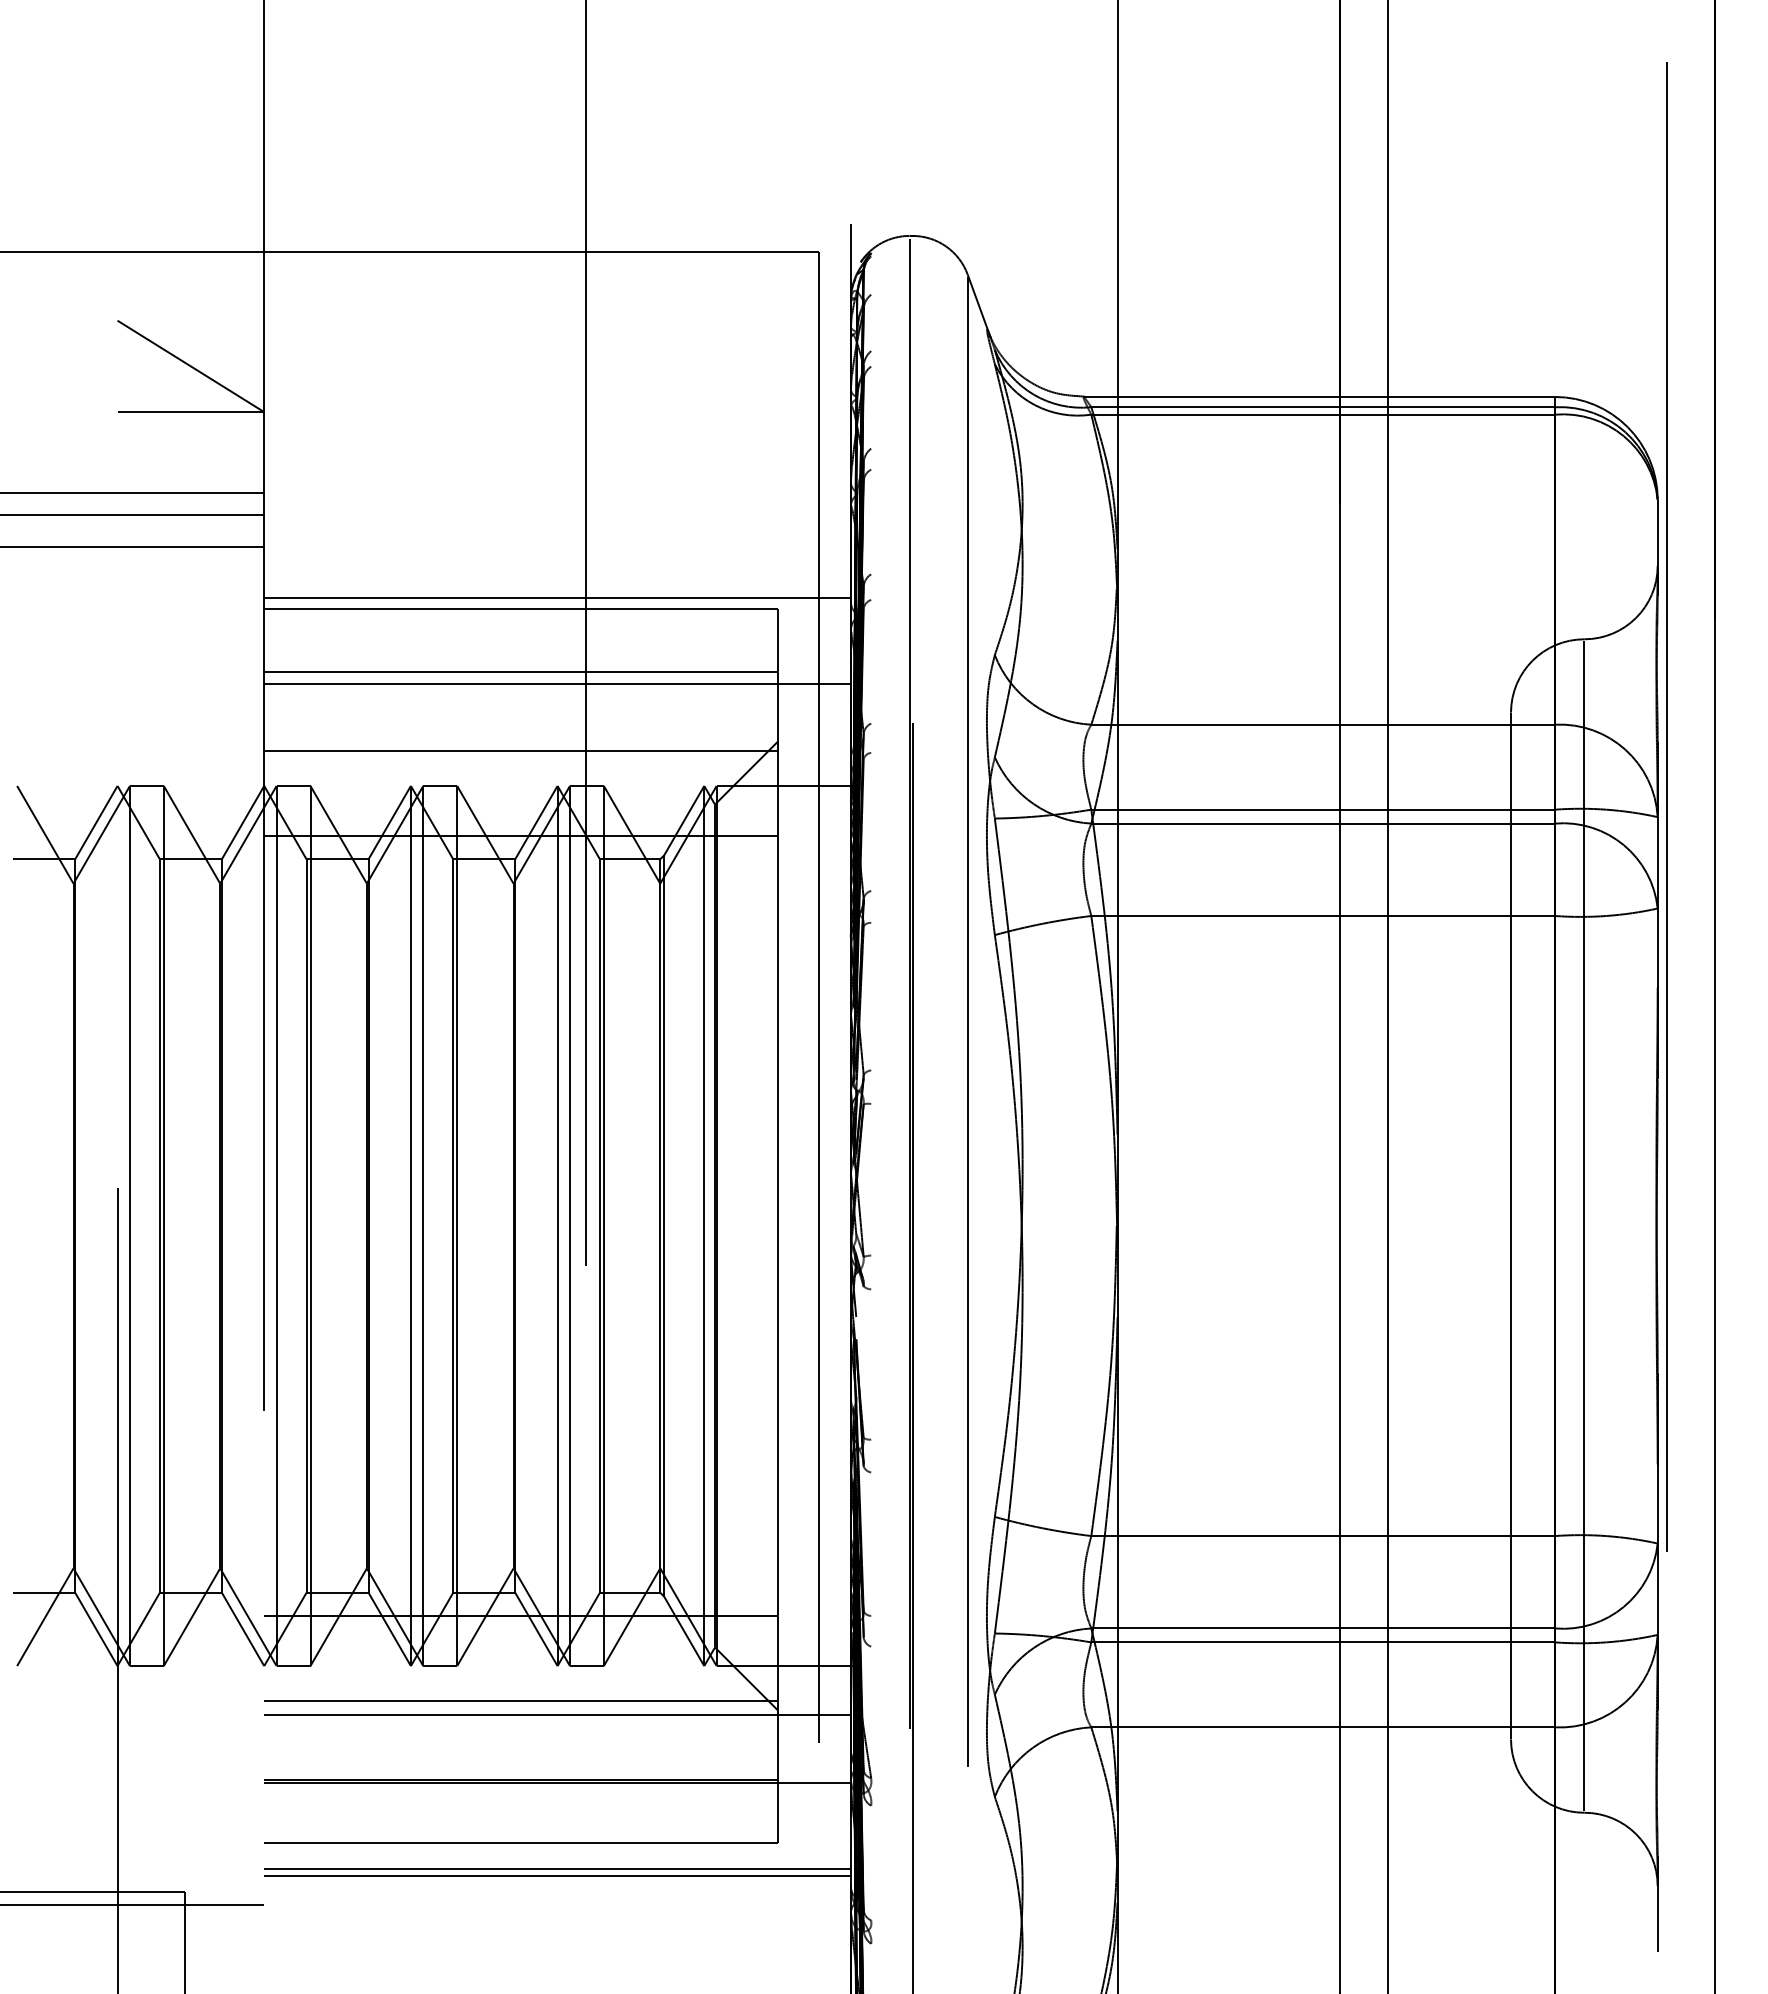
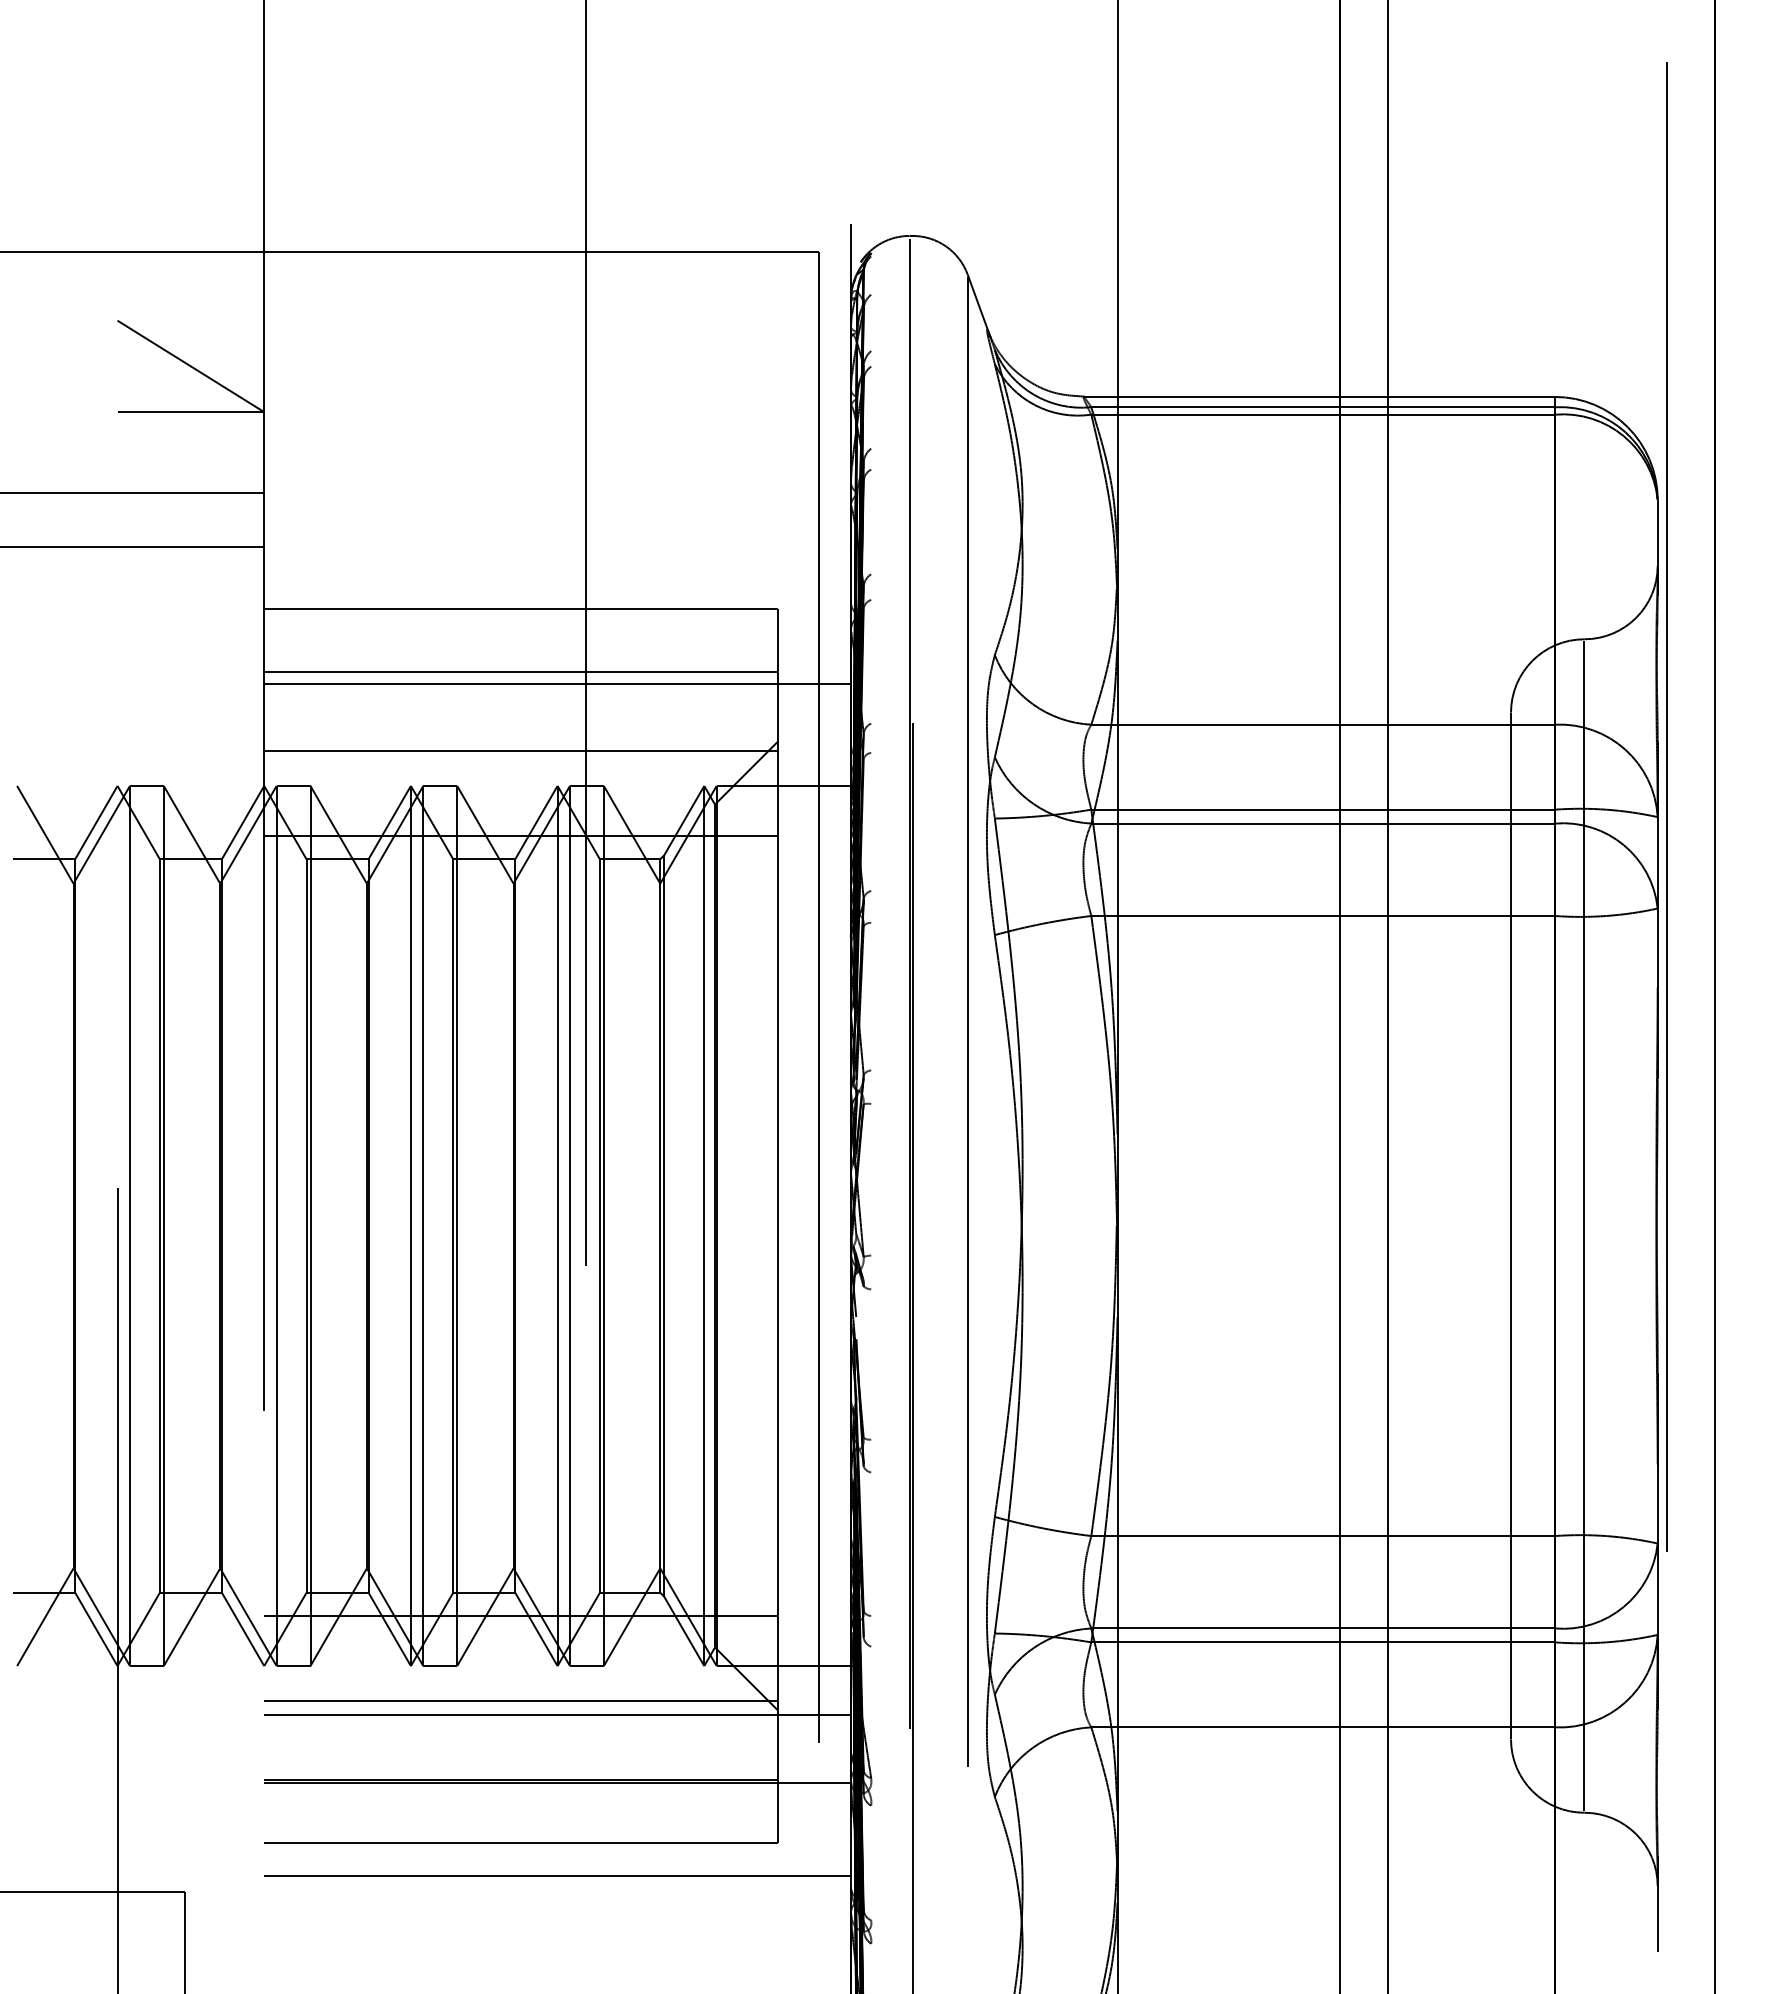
line at (133, 515): present -> none
line at (557, 598): present -> none
line at (557, 1869): present -> none
line at (133, 1905): present -> none
